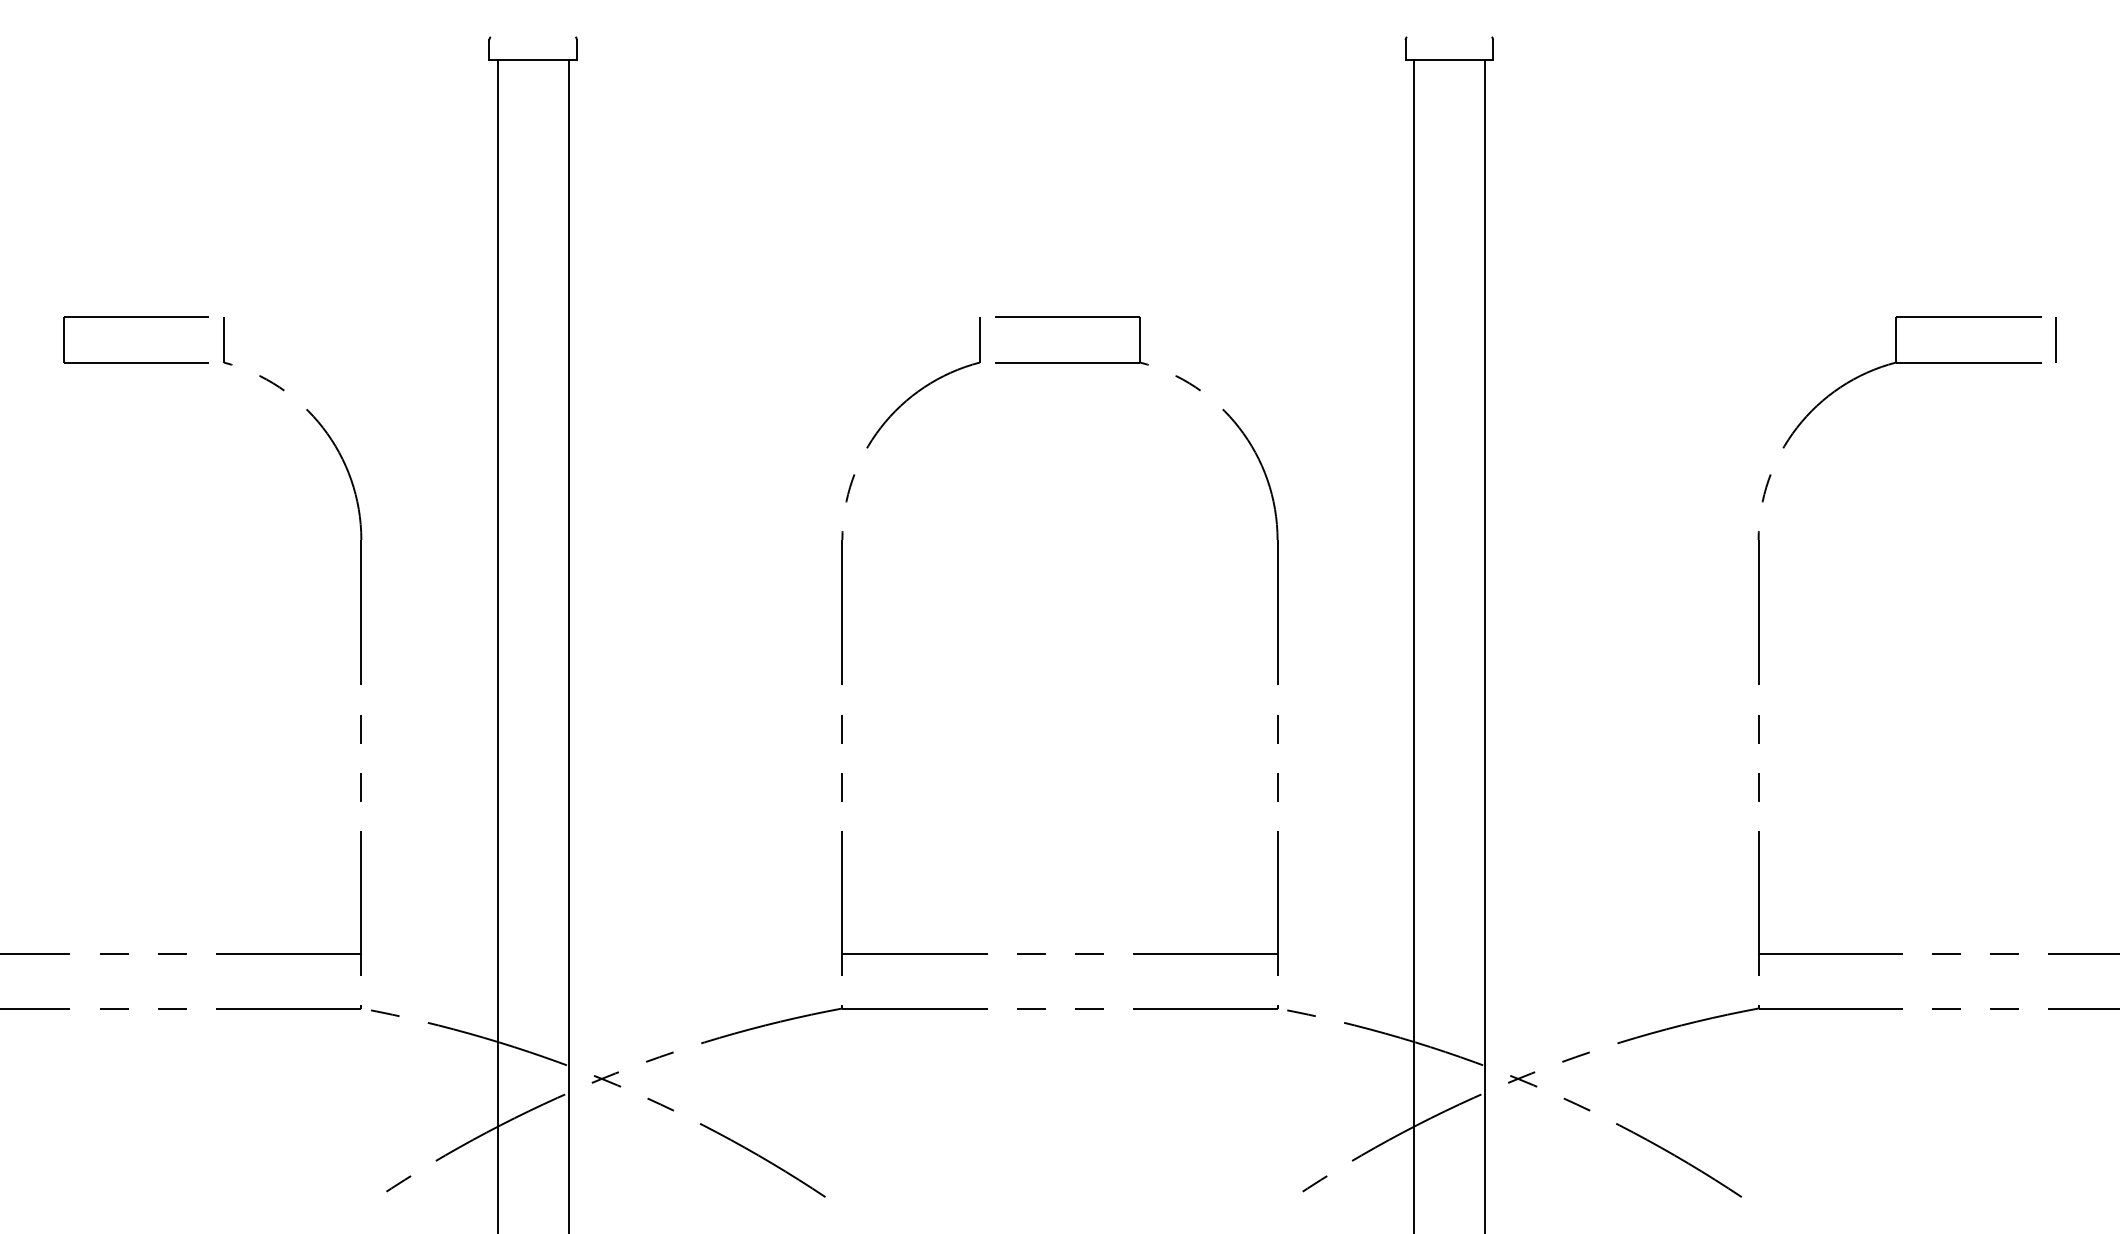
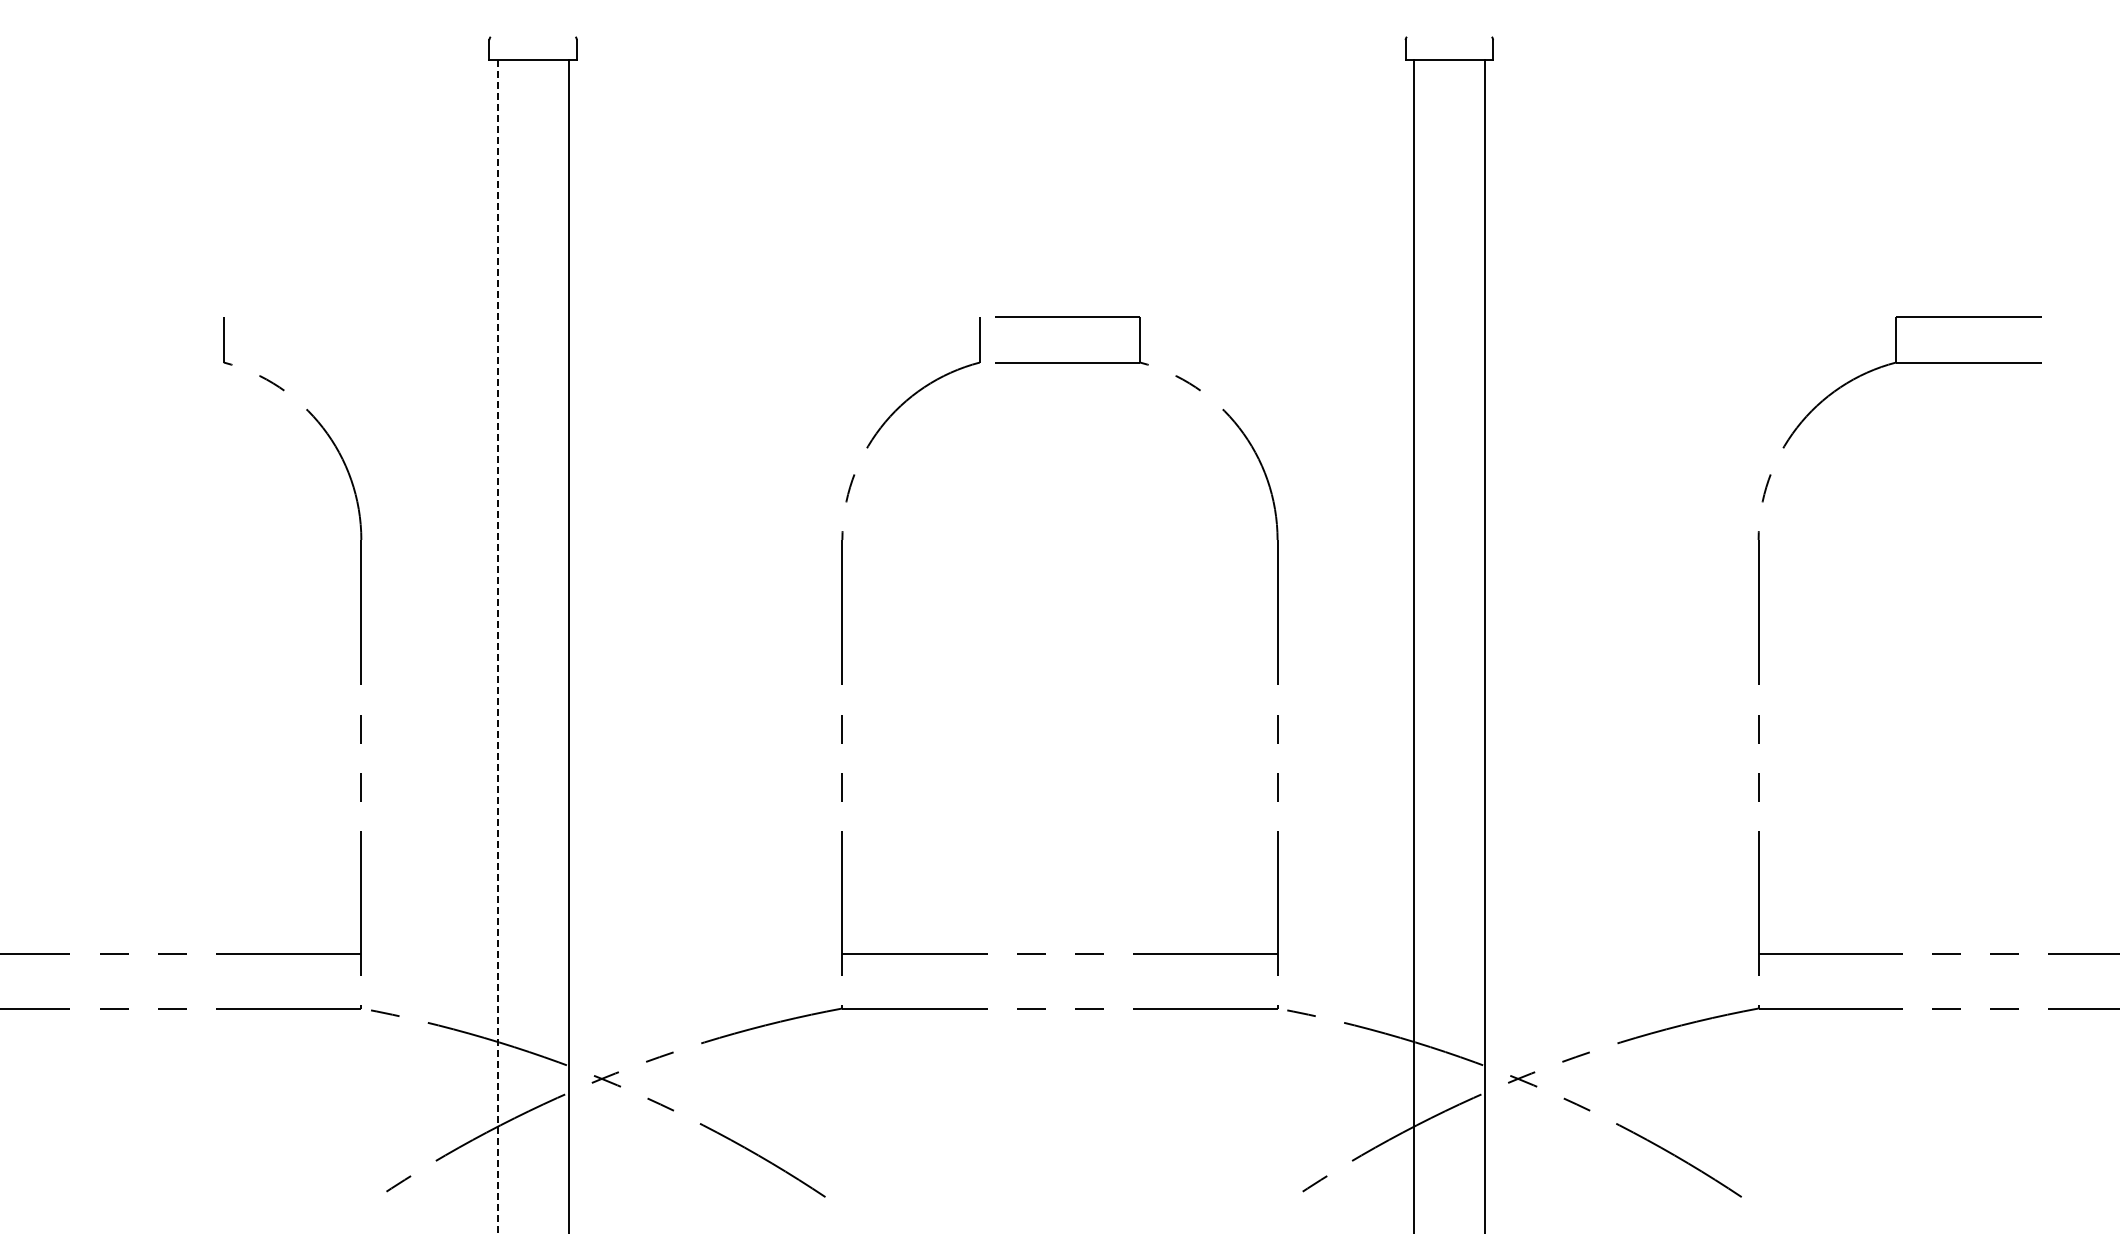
part at (135, 317): present -> none
line at (2056, 339): present -> none
line at (497, 646): solid -> dashed
